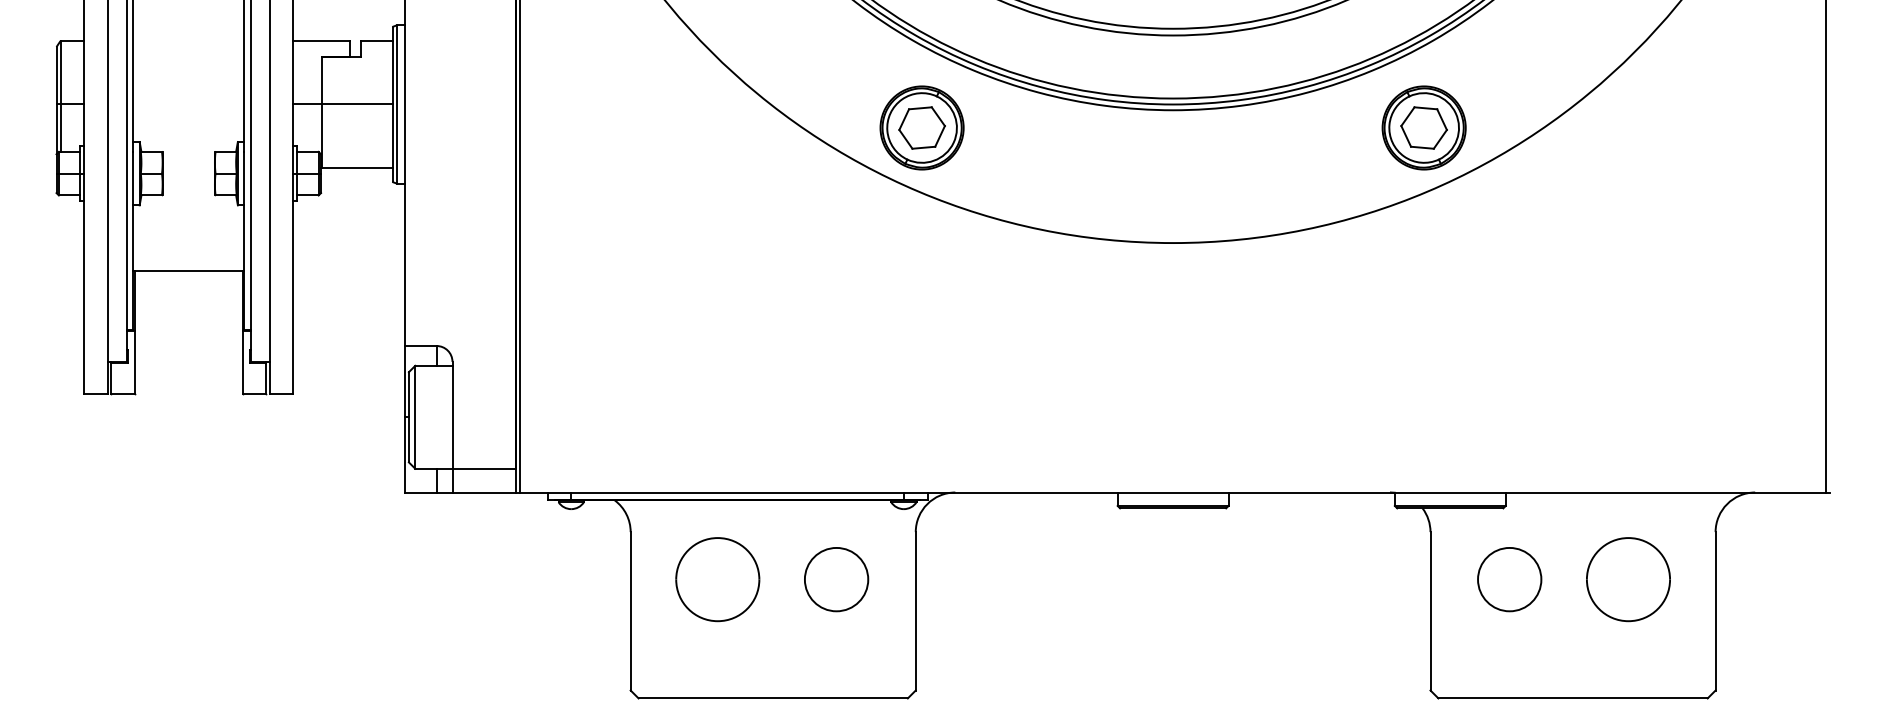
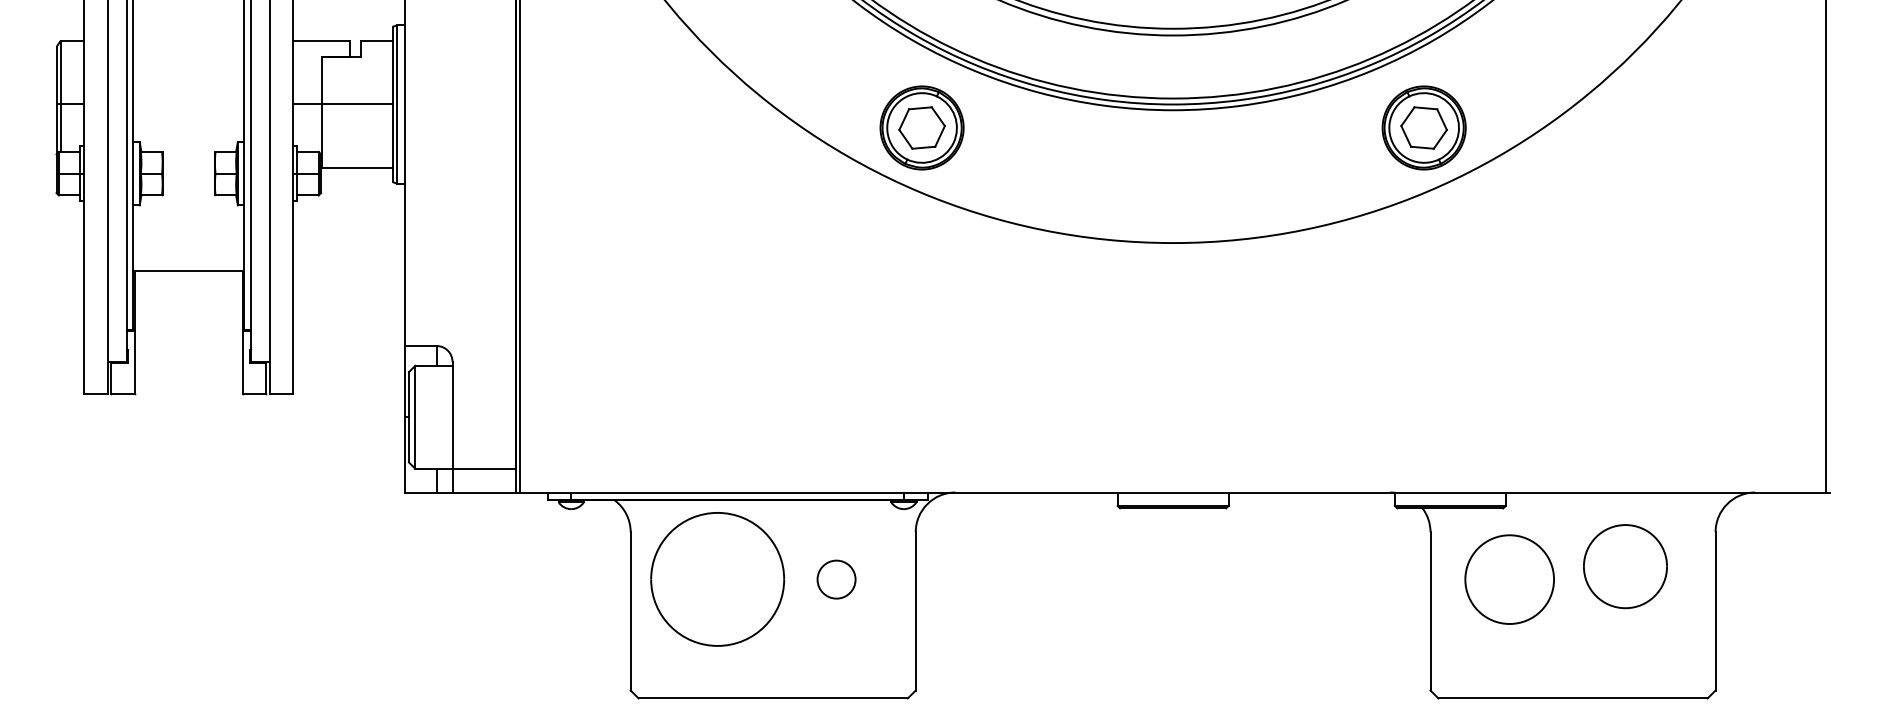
part at (717, 579) size: 86x86 px -> 136x135 px
circle at (836, 579) diameter: 63 px -> 38 px
circle at (1509, 579) diameter: 63 px -> 89 px
part at (1628, 579) position: (1628, 579) -> (1625, 566)
